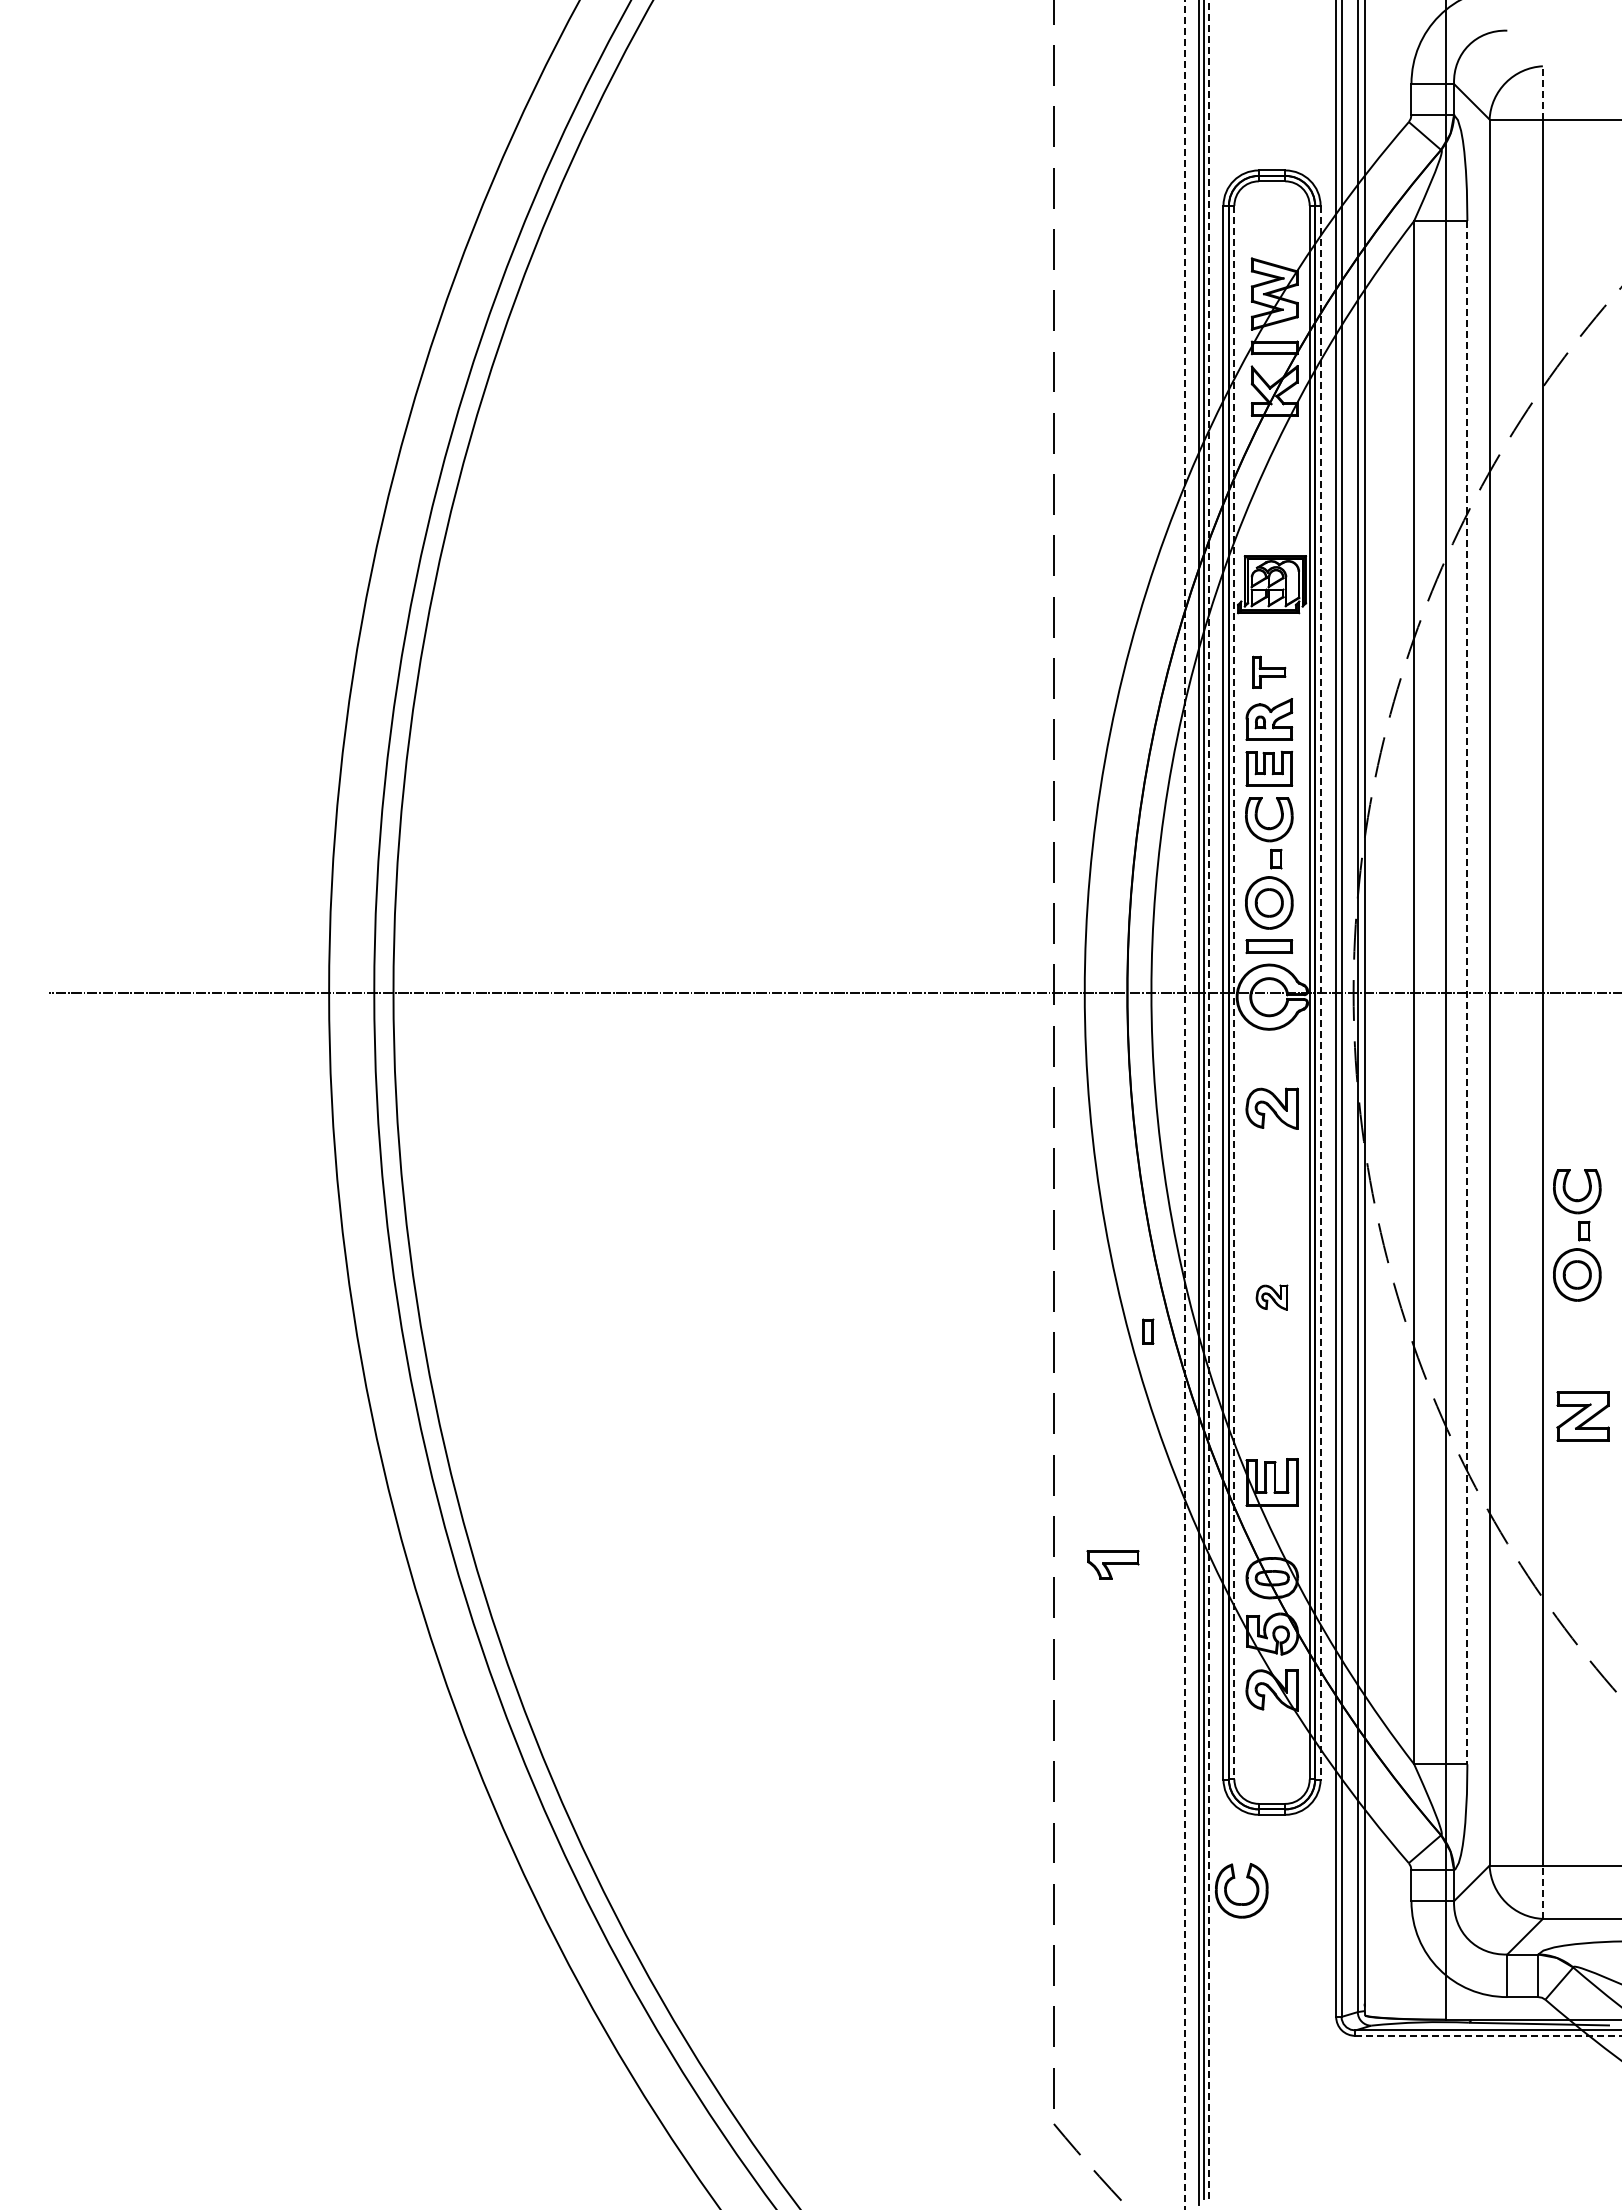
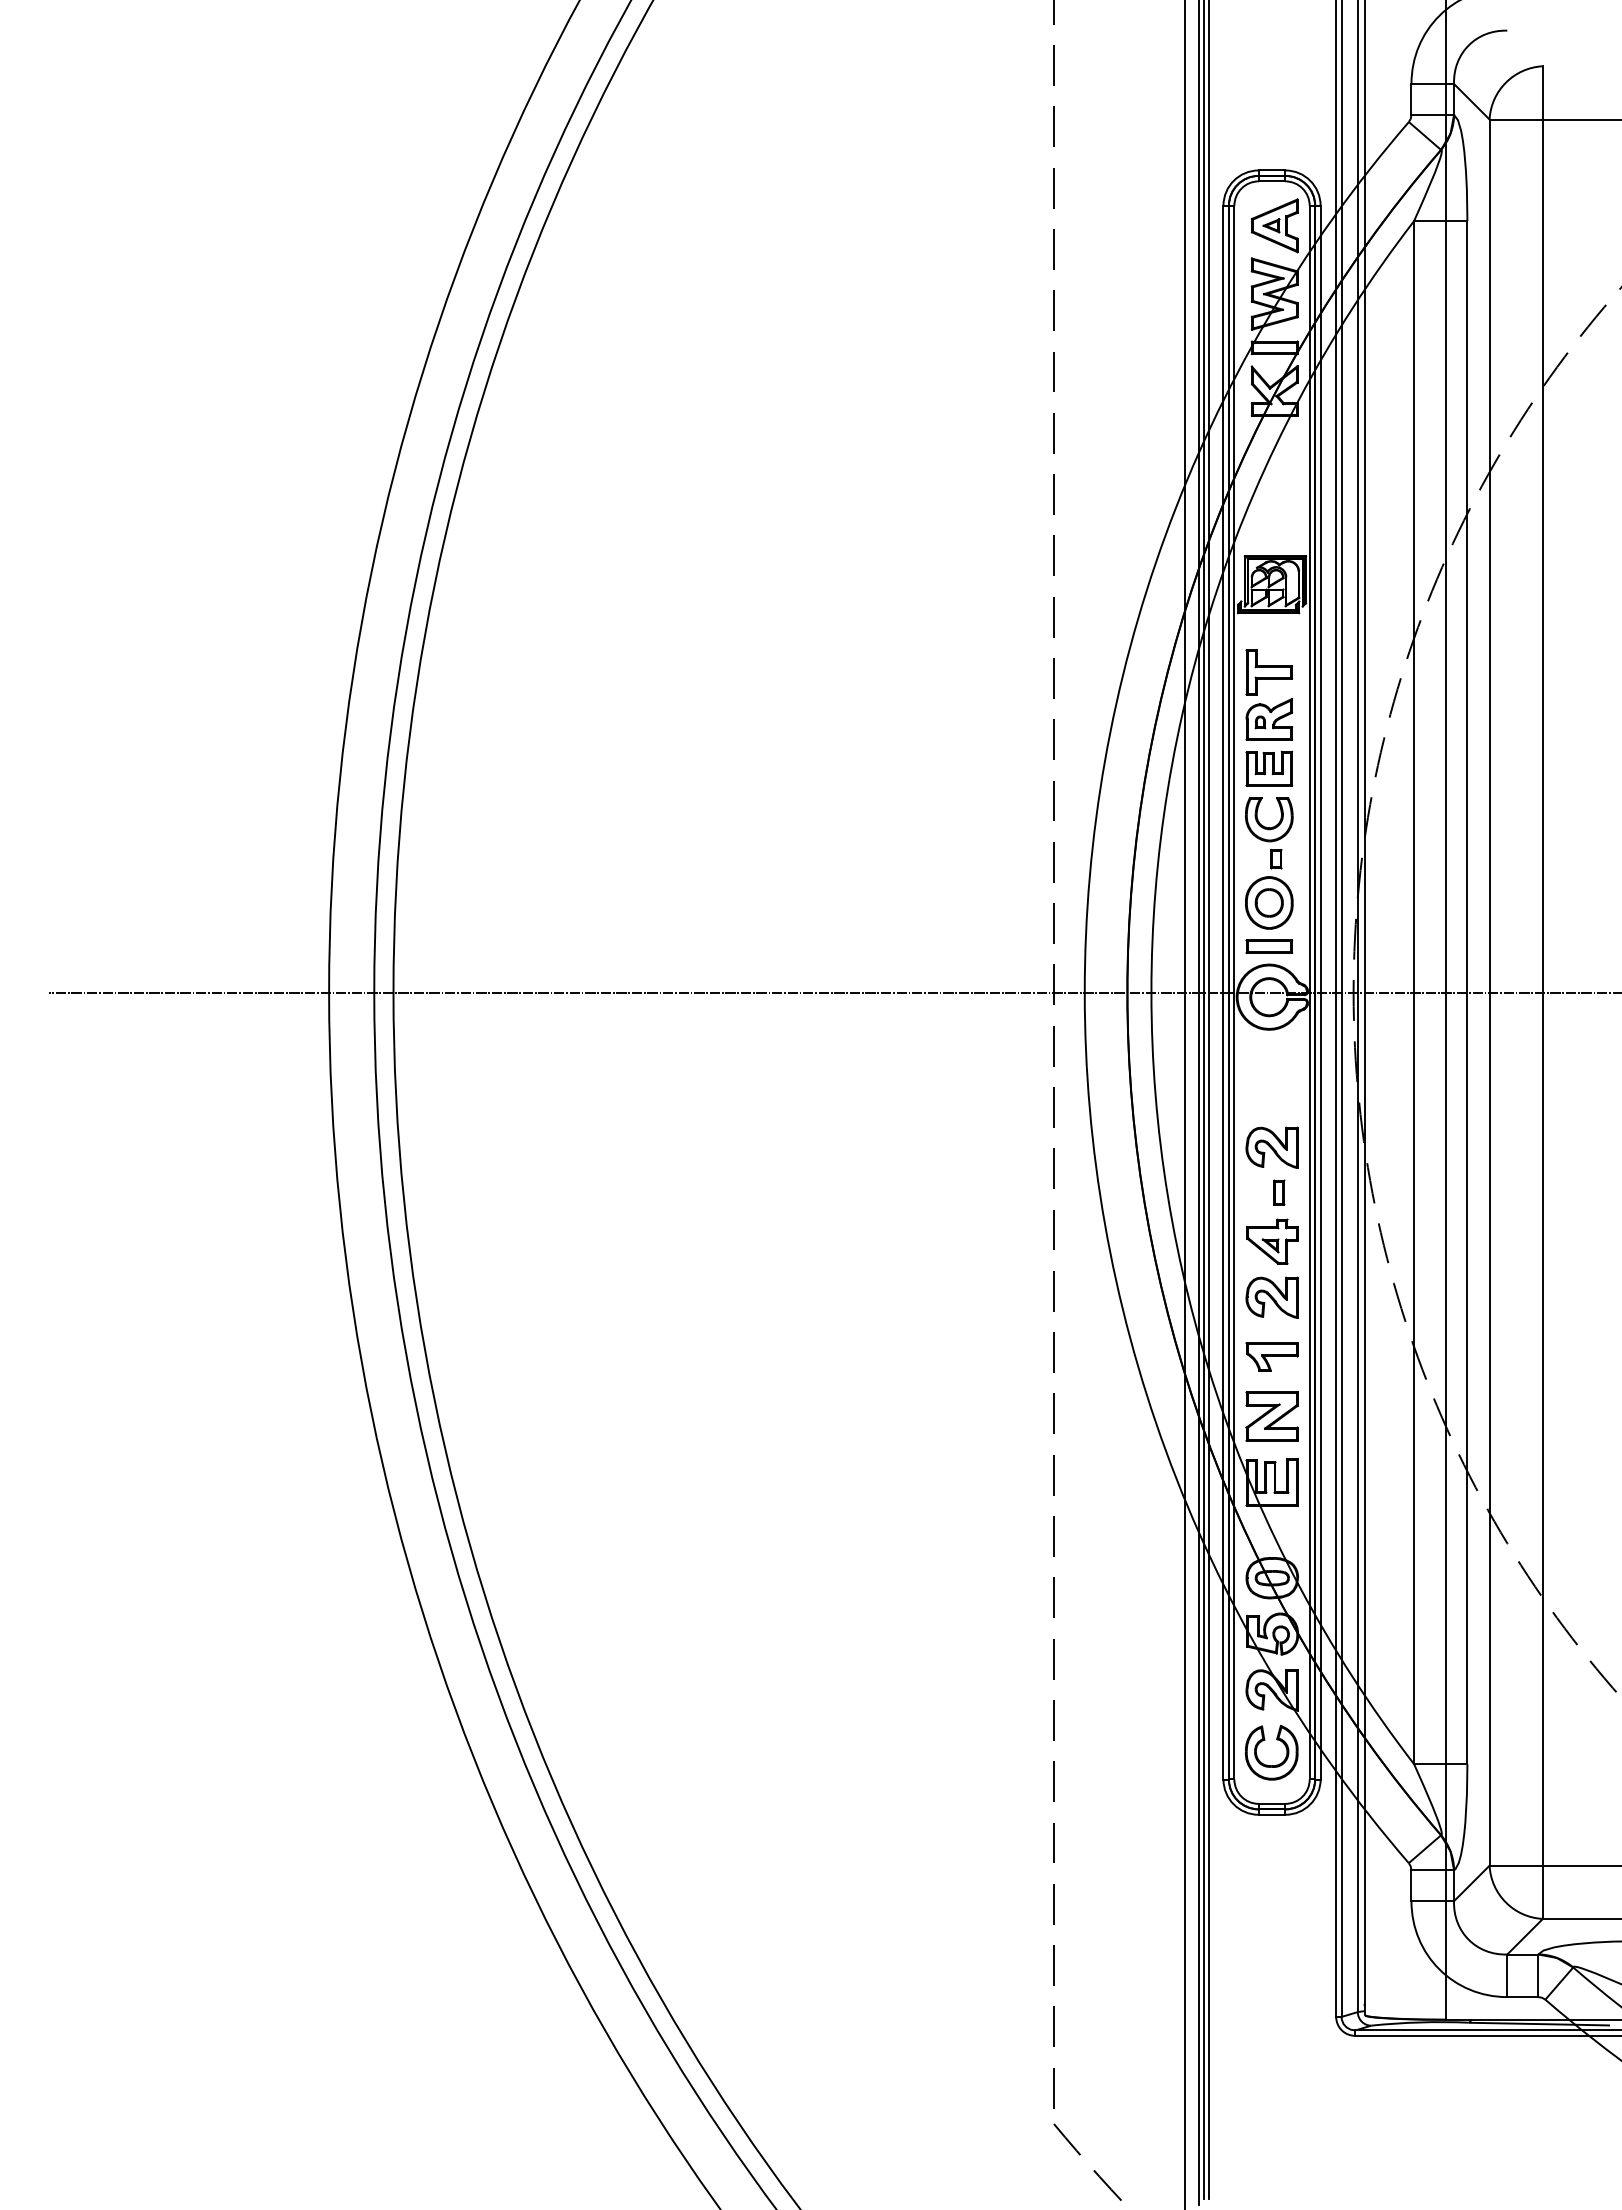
line at (1542, 92): dashed -> solid
part at (1274, 225): none -> present
part at (1269, 671) size: 35x34 px -> 49x47 px
line at (1234, 992): dashed -> solid
line at (1320, 992): dashed -> solid
line at (1467, 992): dashed -> solid
line at (1209, 1099): dashed -> solid
line at (1184, 1105): dashed -> solid
part at (1271, 1108) position: (1271, 1108) -> (1271, 1147)
part at (1577, 1235): present -> none
part at (1272, 1241): none -> present
part at (1271, 1297) size: 34x27 px -> 54x43 px
part at (1148, 1331) position: (1148, 1331) -> (1279, 1192)
part at (1582, 1416) position: (1582, 1416) -> (1271, 1416)
part at (1112, 1564) position: (1112, 1564) -> (1271, 1356)
line at (1542, 1892): dashed -> solid
part at (1237, 1902) position: (1237, 1902) -> (1267, 1764)
line at (1488, 2035): dashed -> solid
